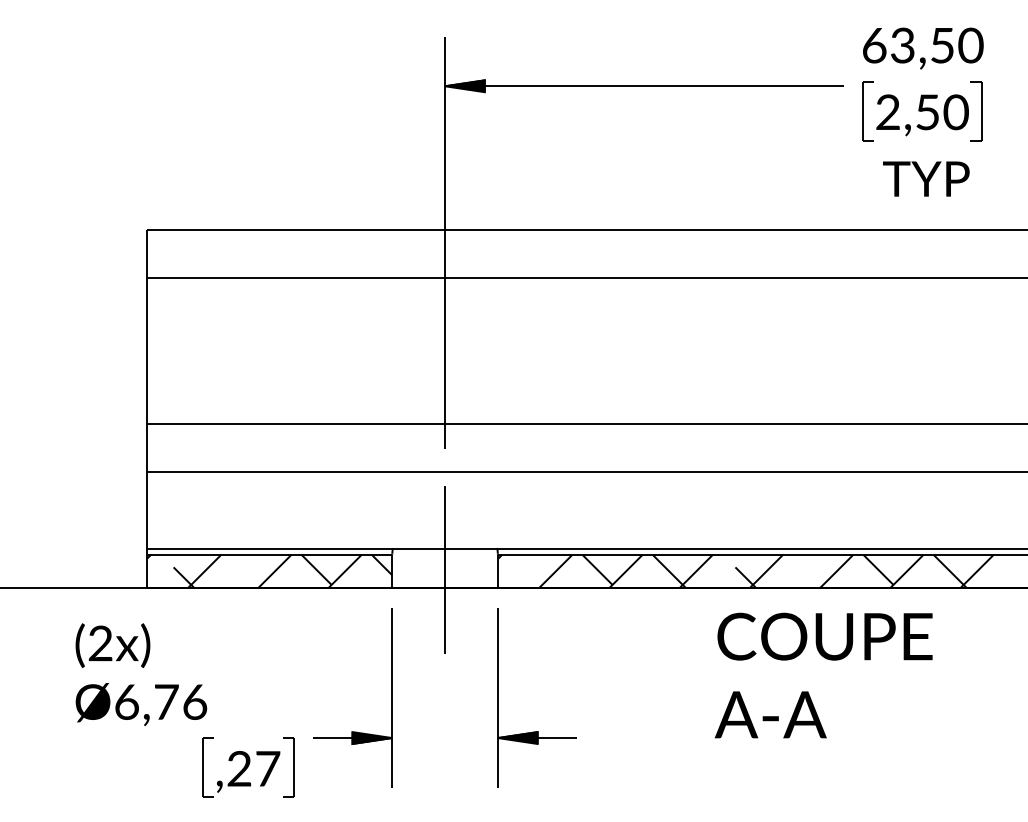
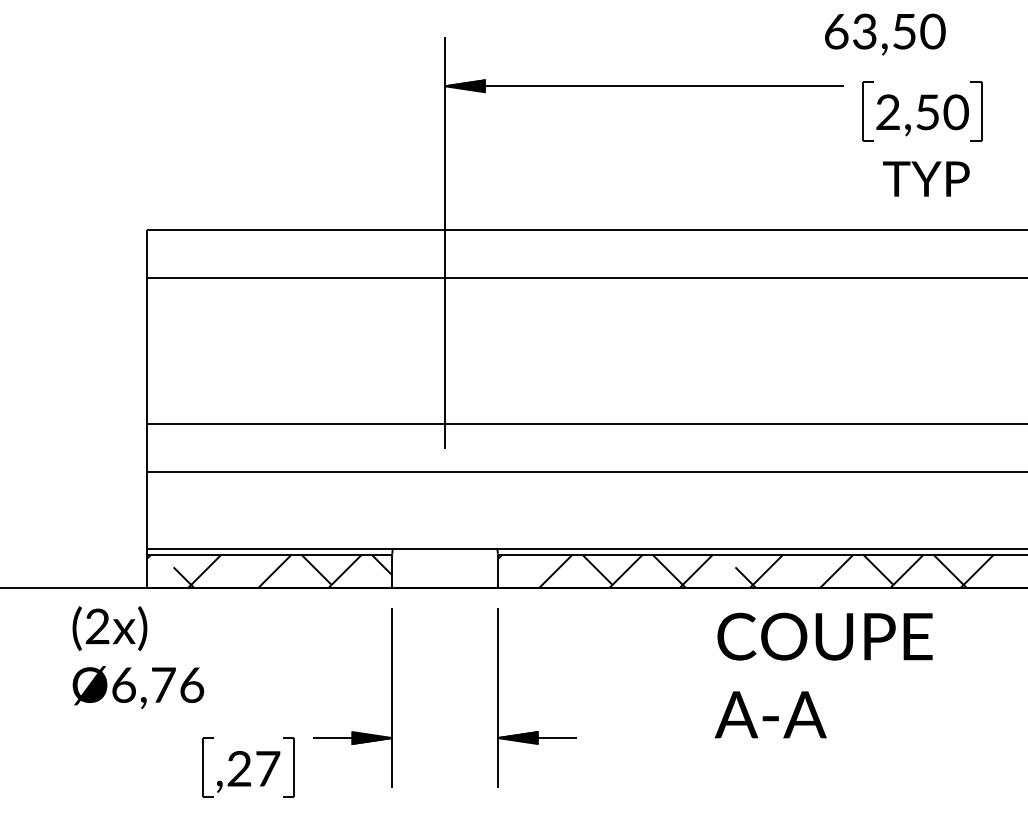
text at (923, 48) position: (923, 48) -> (885, 34)
line at (445, 569): present -> none
text at (141, 674) position: (141, 674) -> (138, 657)
